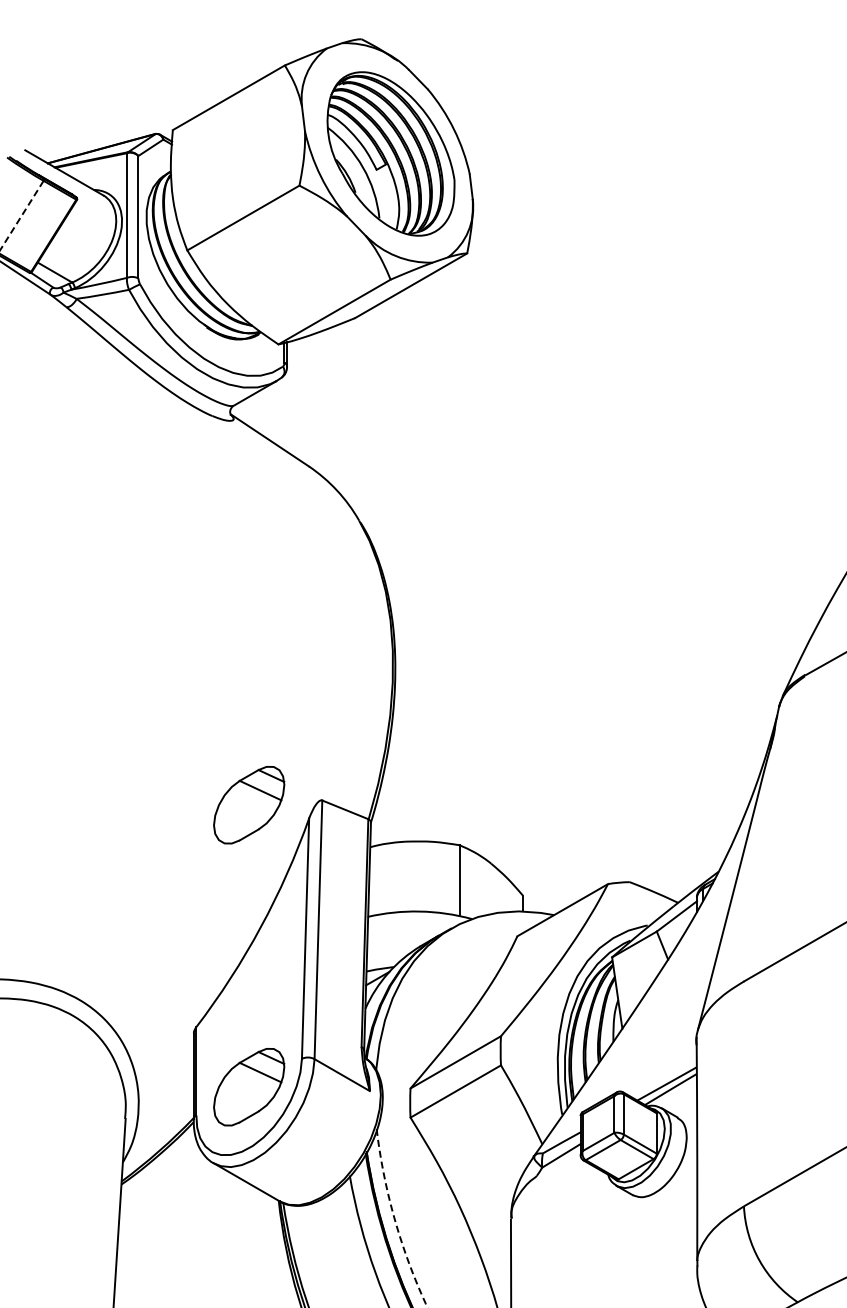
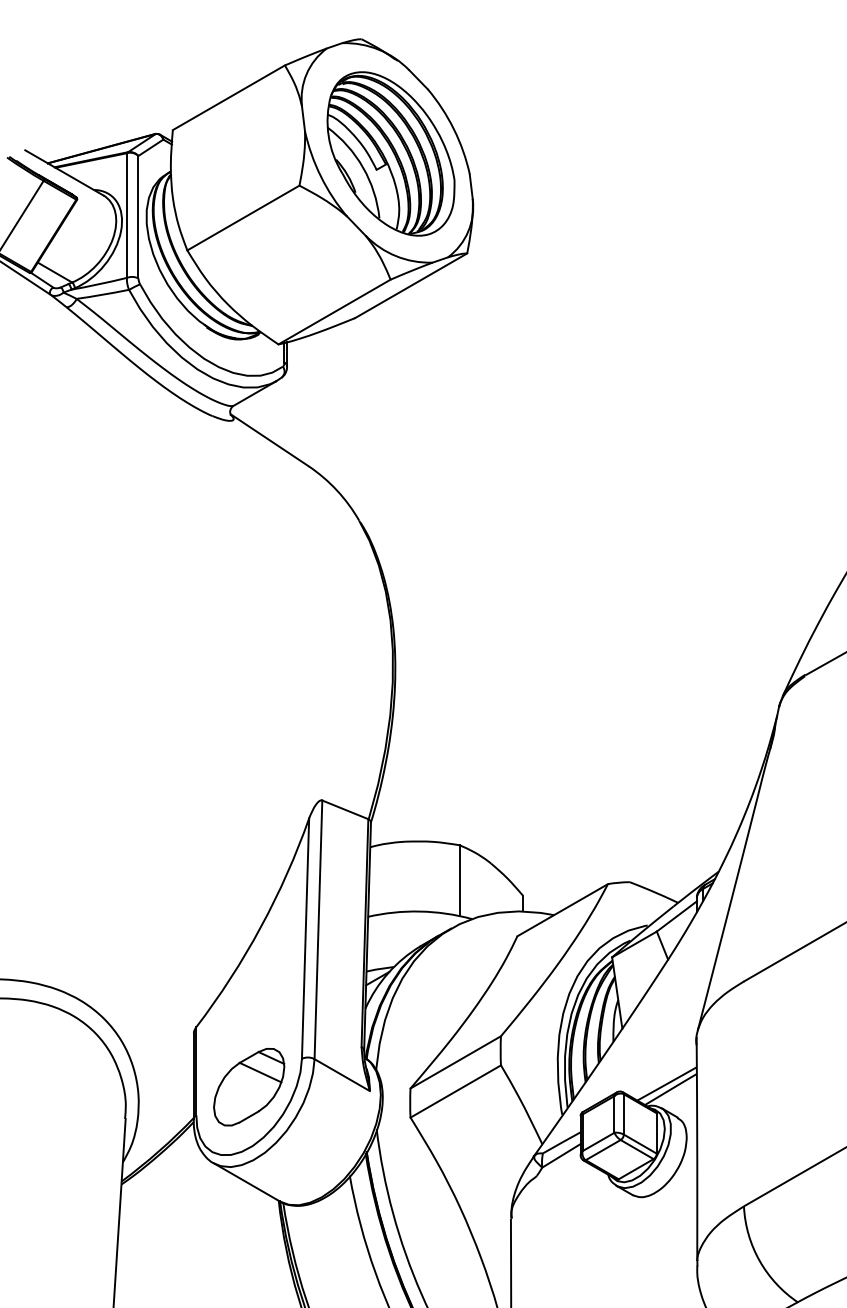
line at (21, 216): dashed -> solid
part at (249, 805): present -> none
arc at (395, 1220): dashed -> solid
